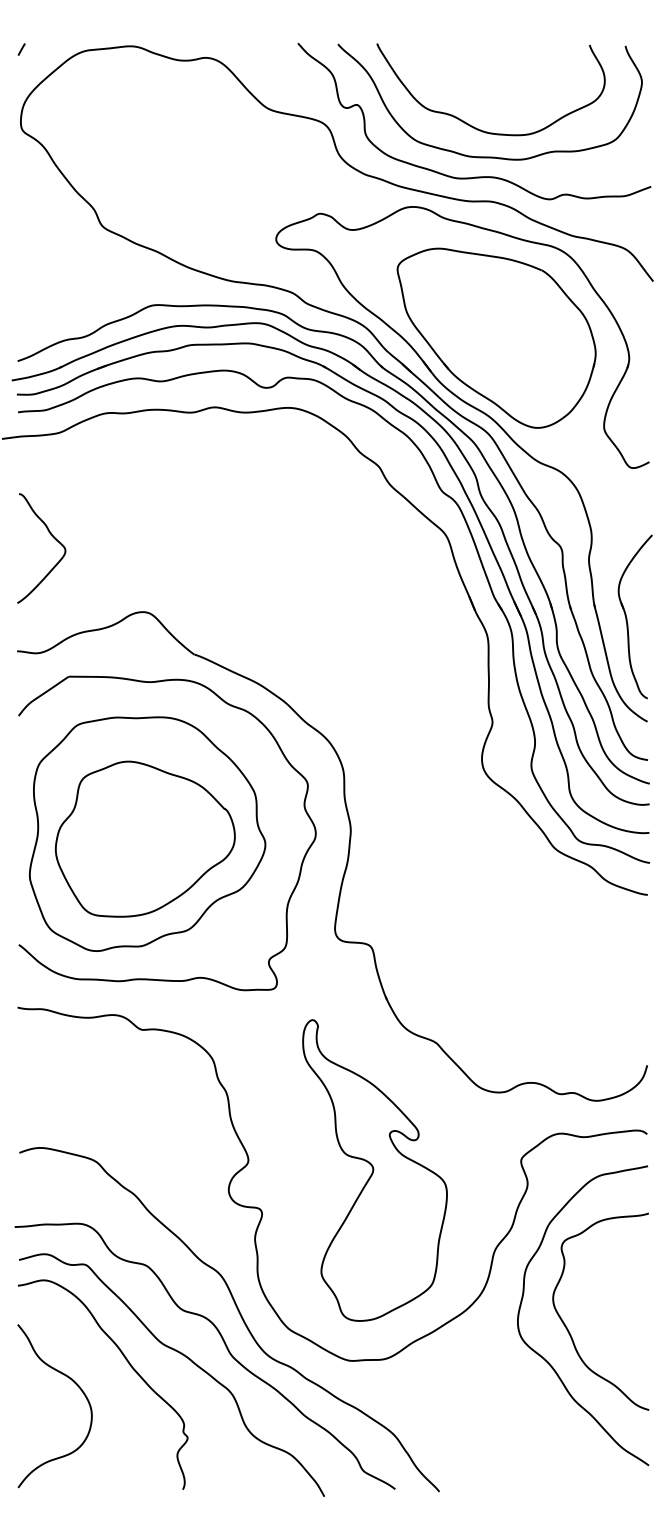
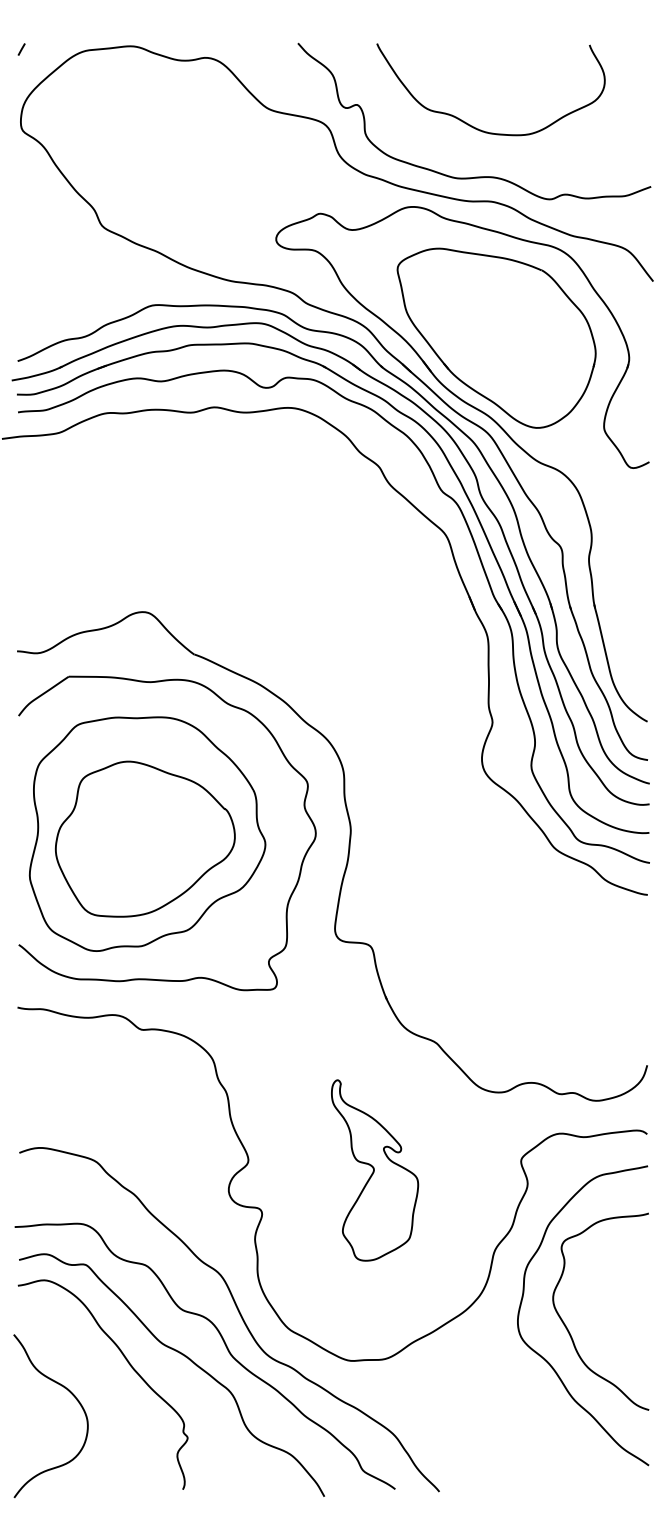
curve at (489, 156): present -> none
curve at (52, 537): present -> none
part at (627, 617): present -> none
part at (374, 1170) size: 146x303 px -> 89x183 px
curve at (75, 1384) position: (75, 1384) -> (71, 1394)
